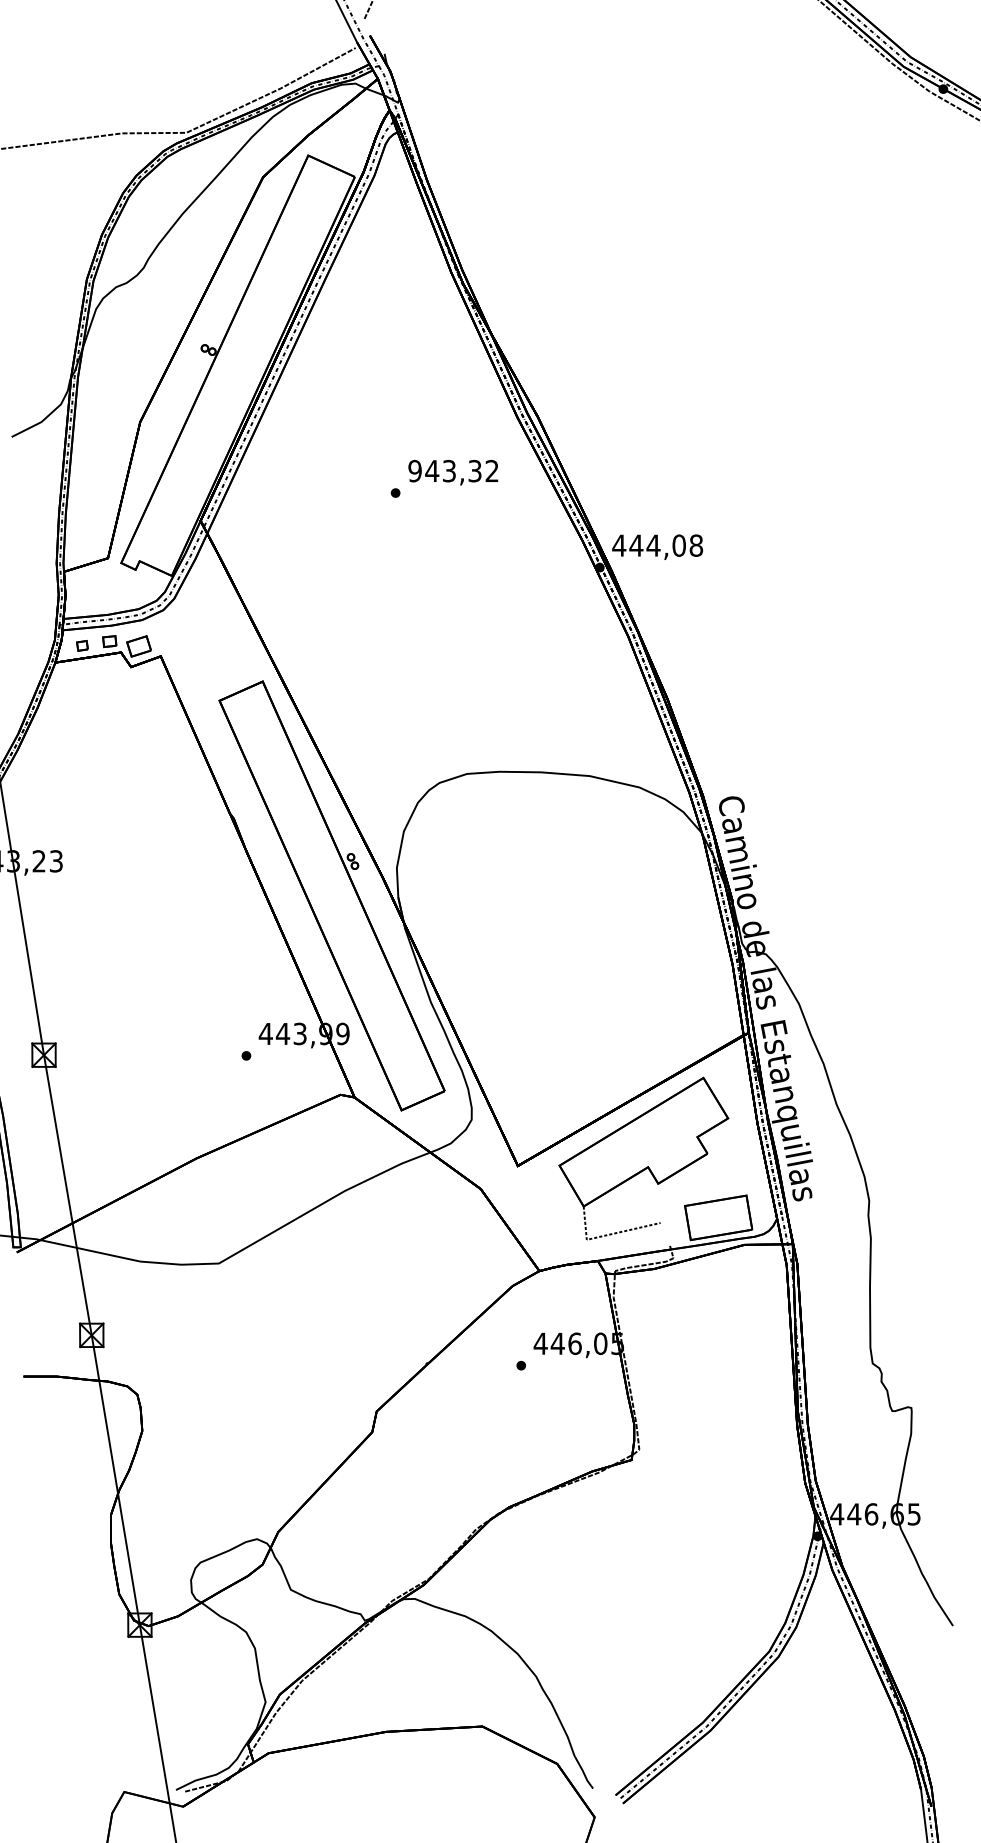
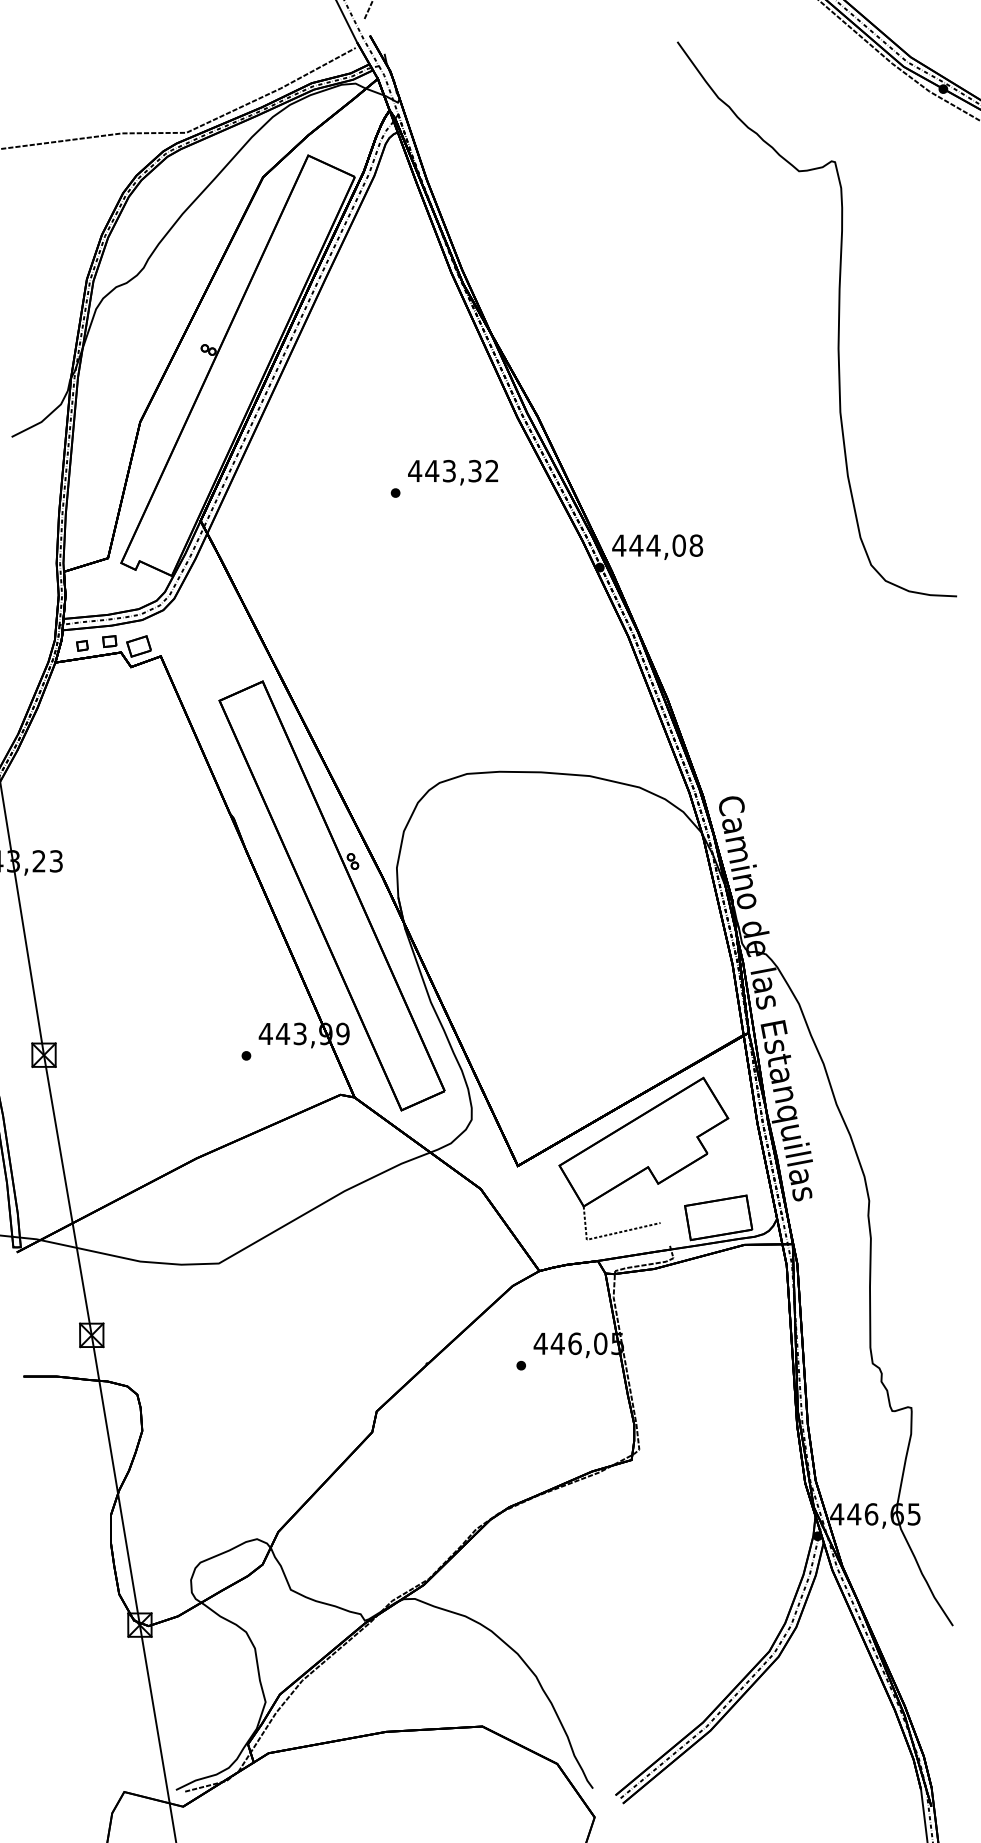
curve at (838, 319): none -> present
text at (415, 471): 943,32 -> 443,32
